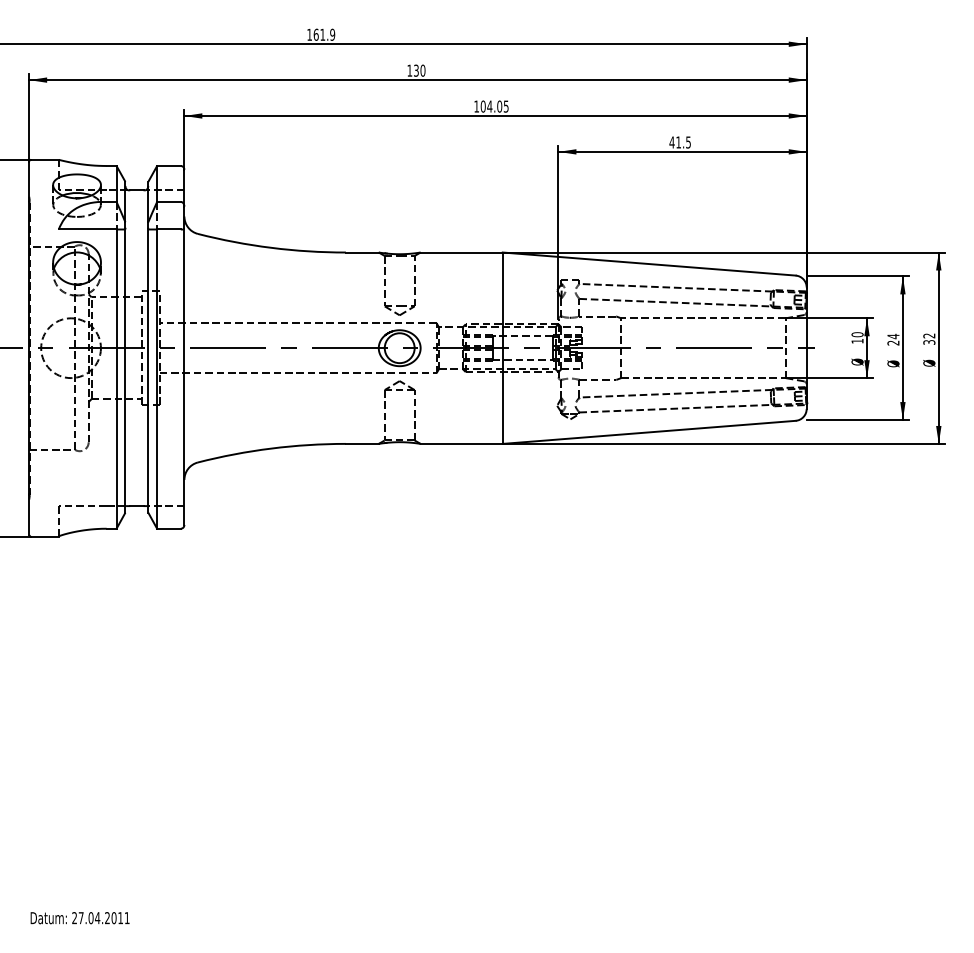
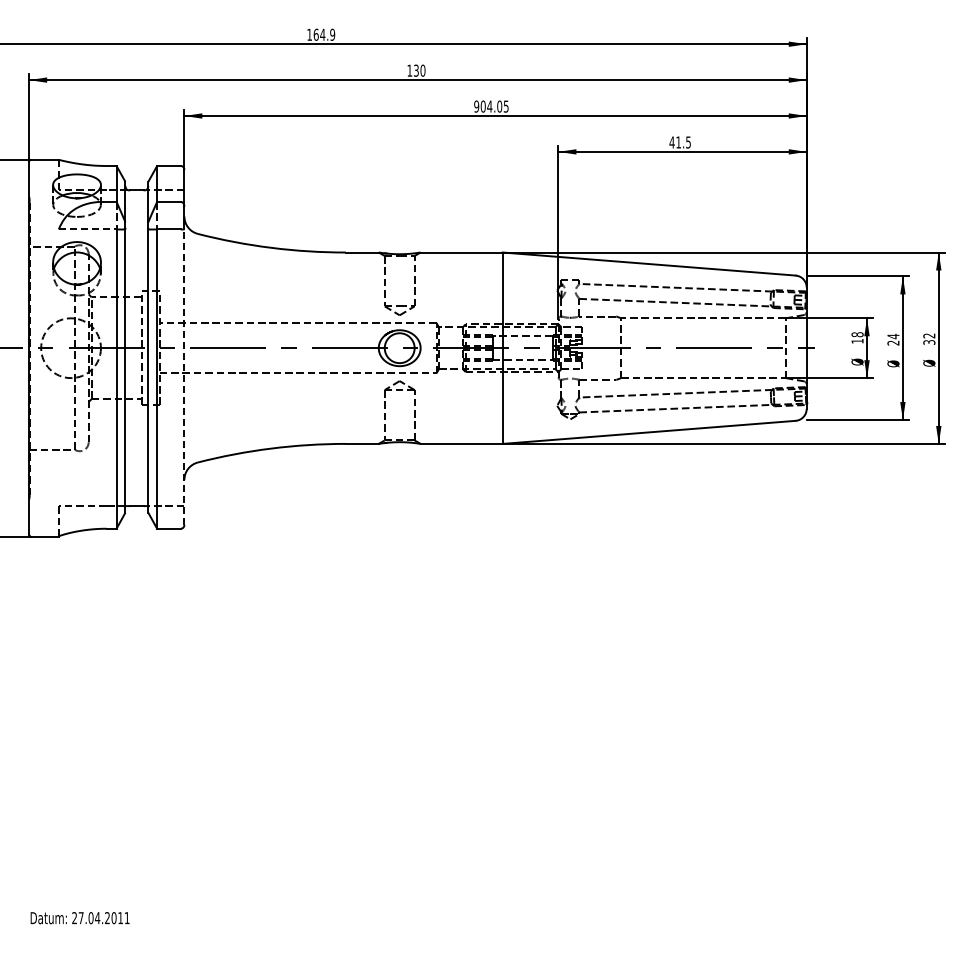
text at (322, 34): 161.9 -> 164.9
text at (476, 106): 104.05 -> 904.05
line at (87, 229): solid -> dashed
text at (857, 334): 10 -> 18
line at (184, 377): solid -> dashed
